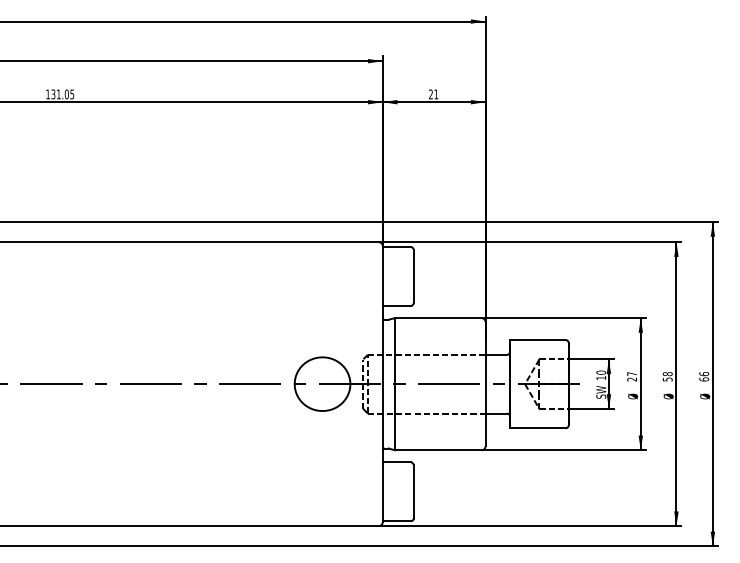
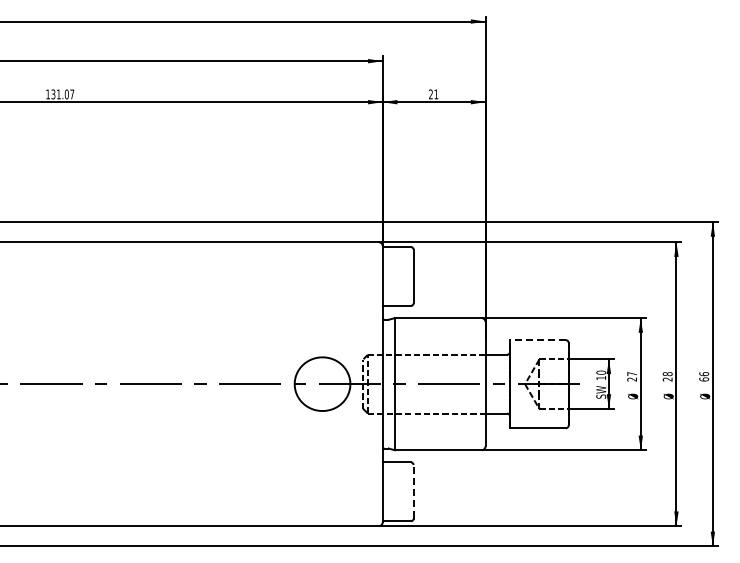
text at (72, 94): 131.05 -> 131.07
line at (537, 340): solid -> dashed
text at (667, 379): 58 -> 28
line at (413, 491): solid -> dashed
